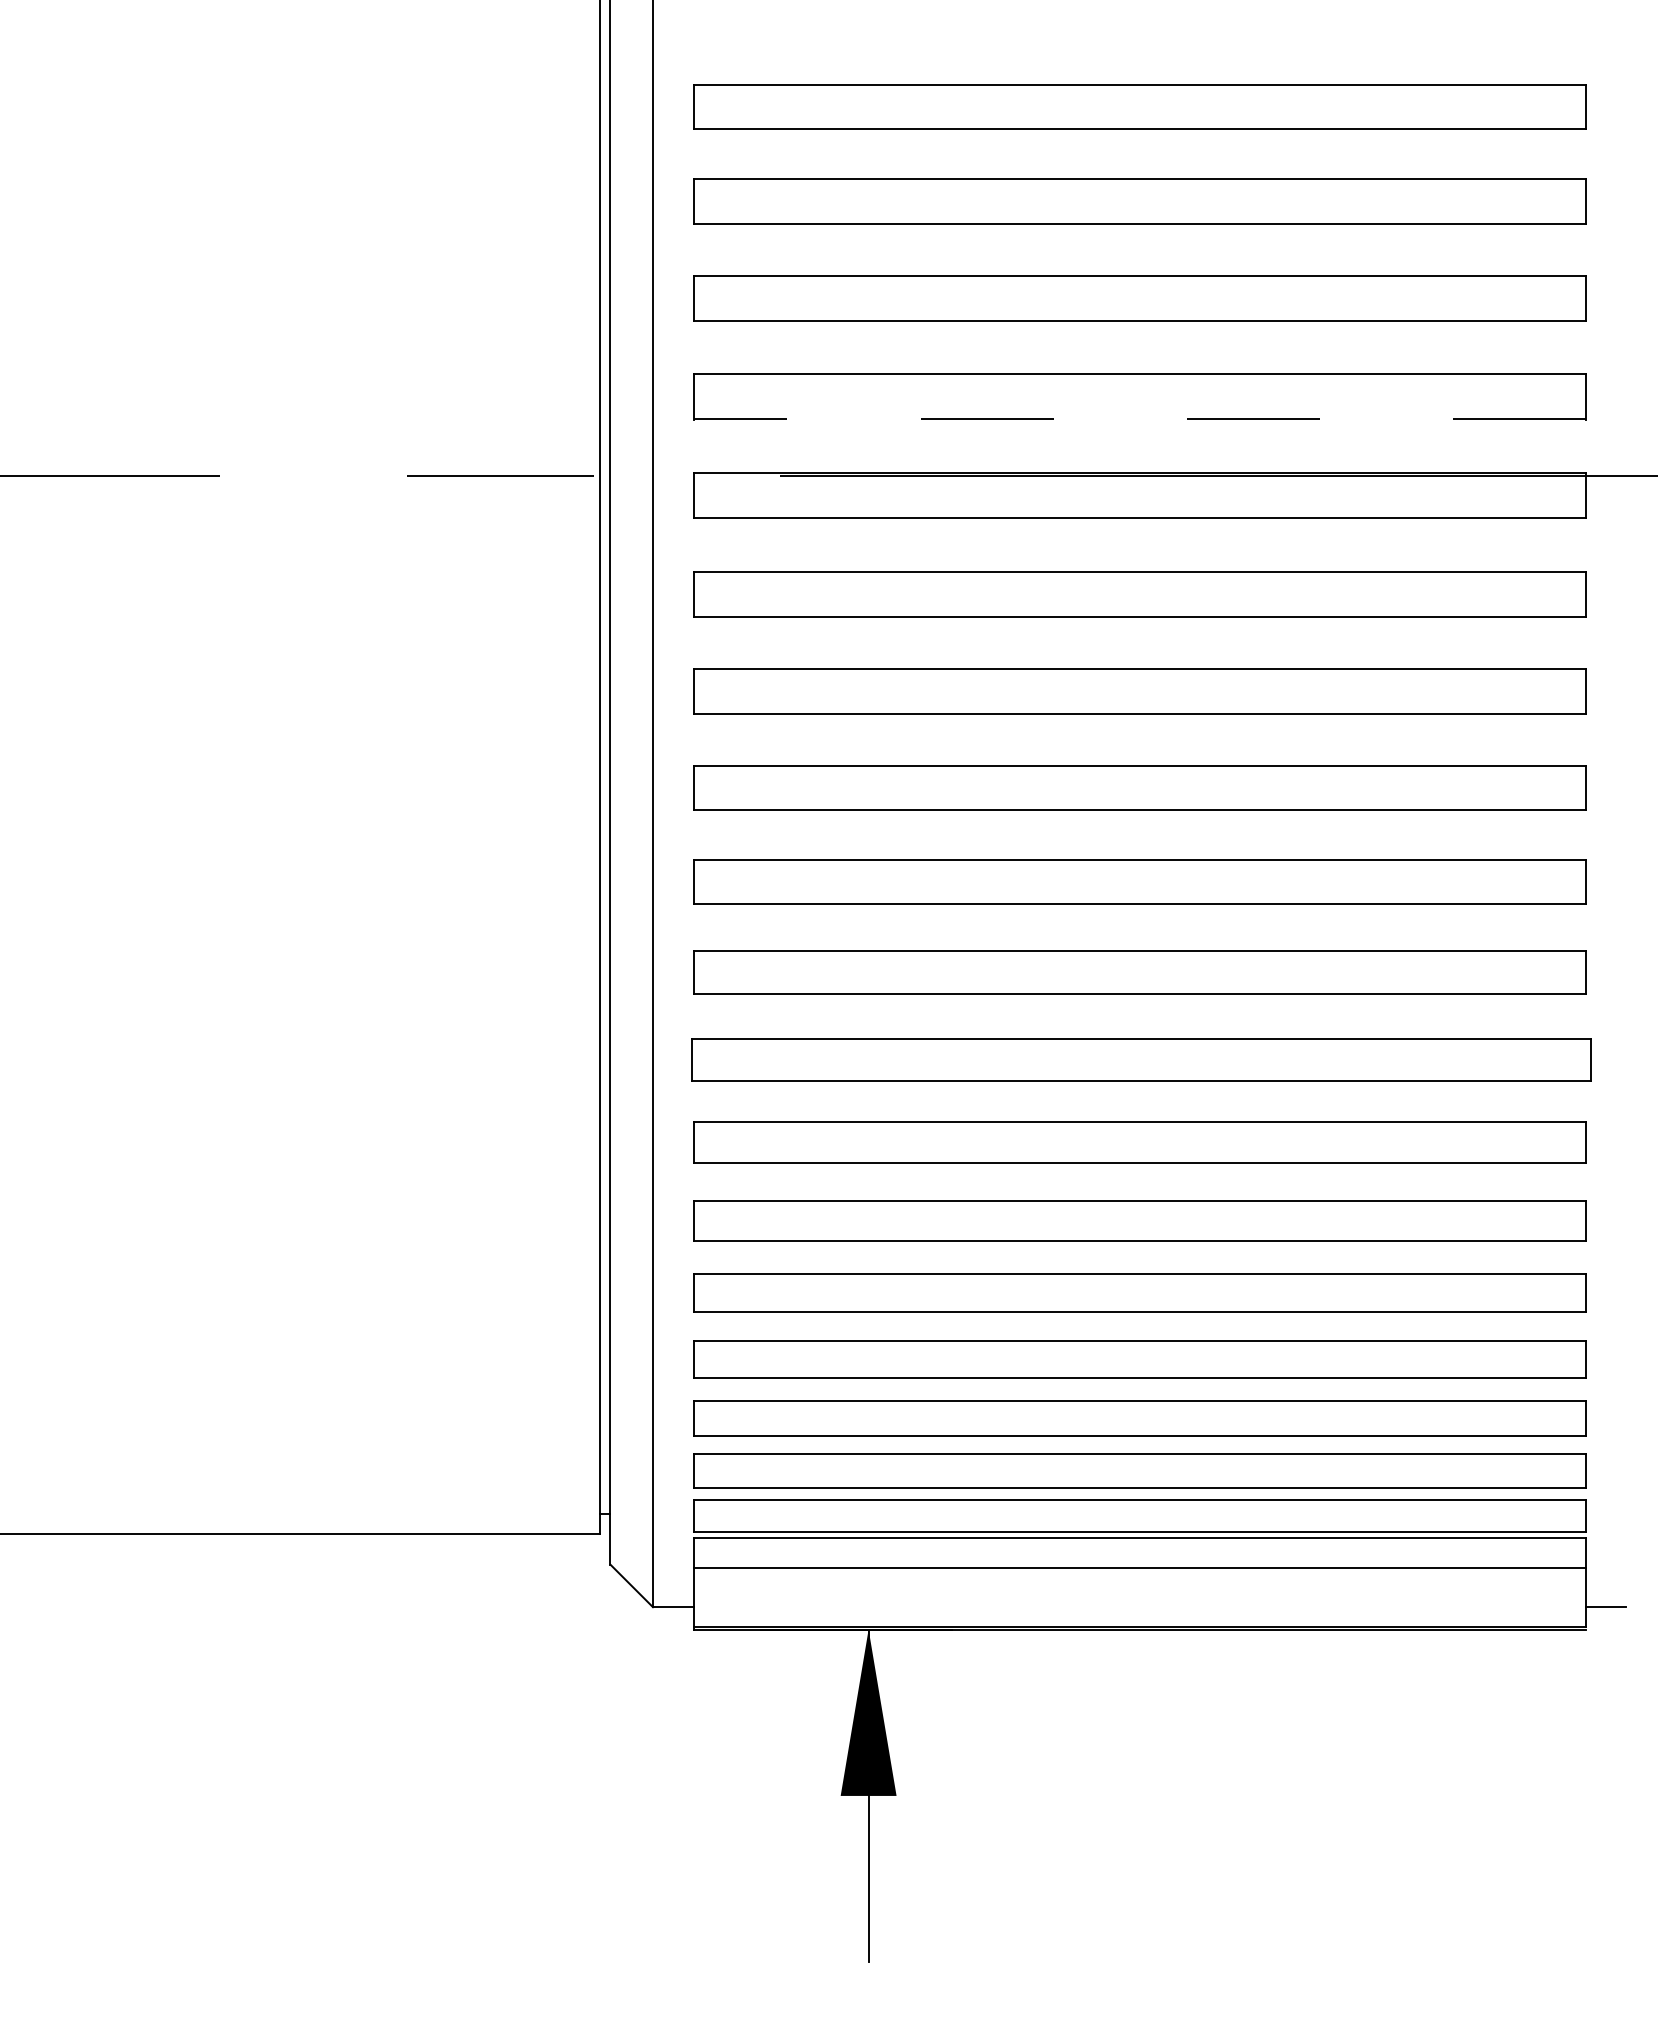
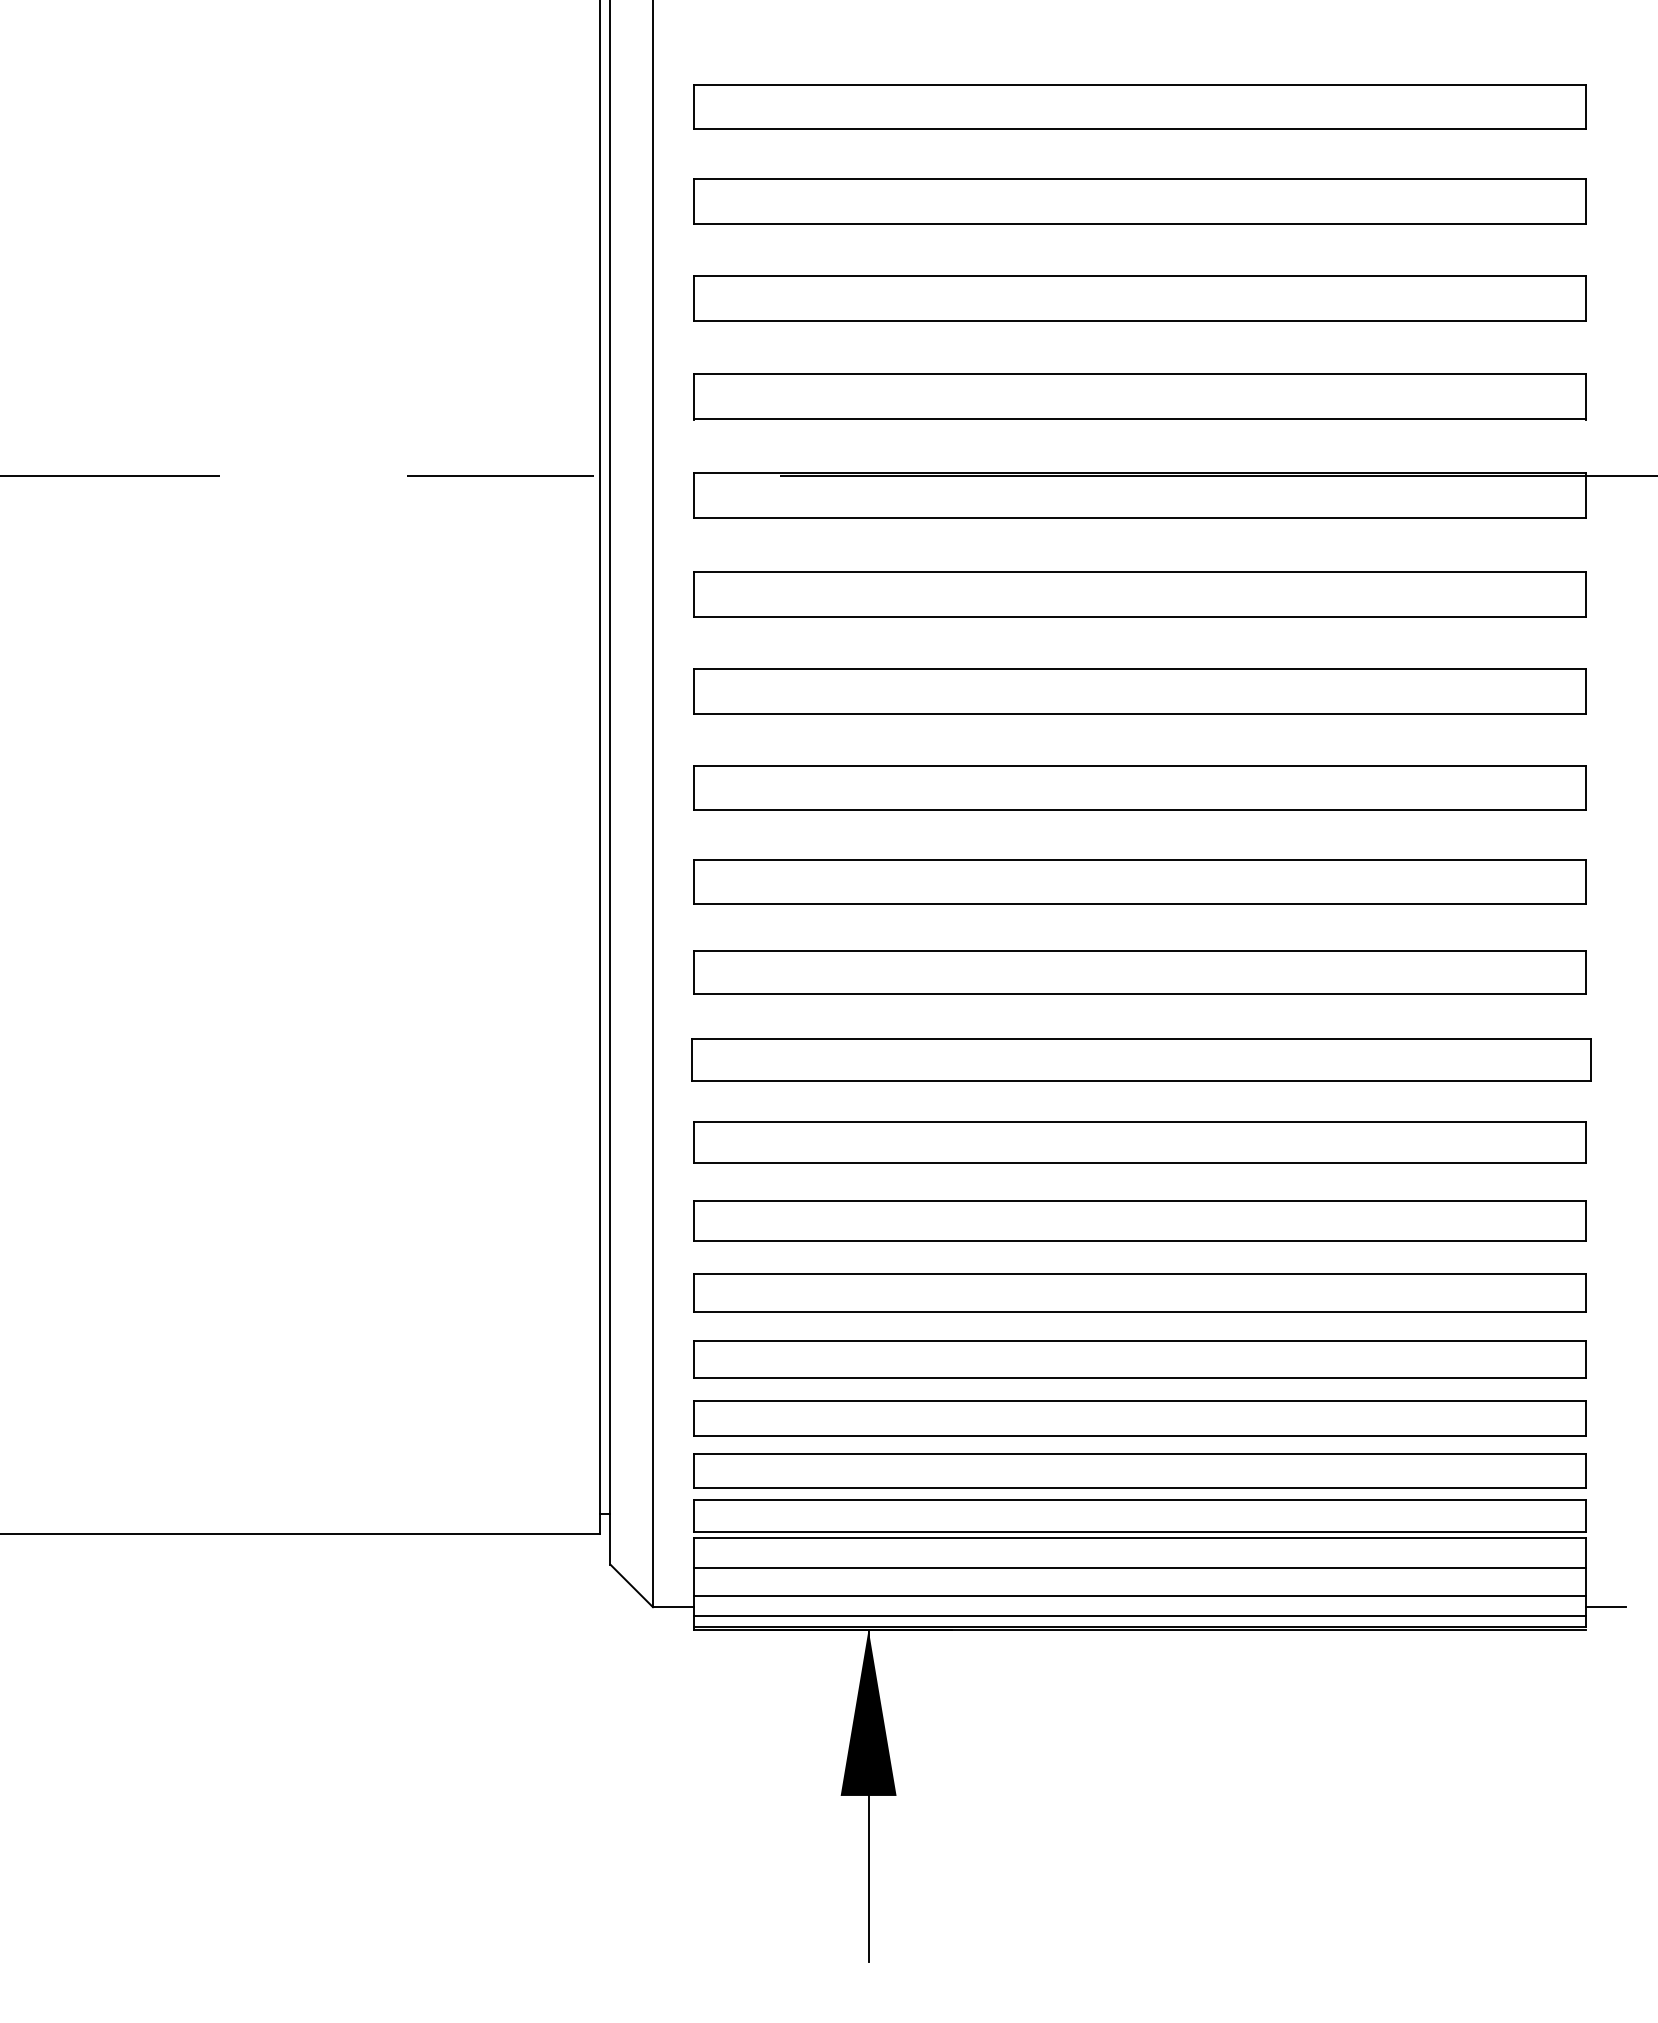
line at (1140, 419): dashed -> solid
line at (1140, 1596): none -> present
line at (1140, 1615): none -> present
